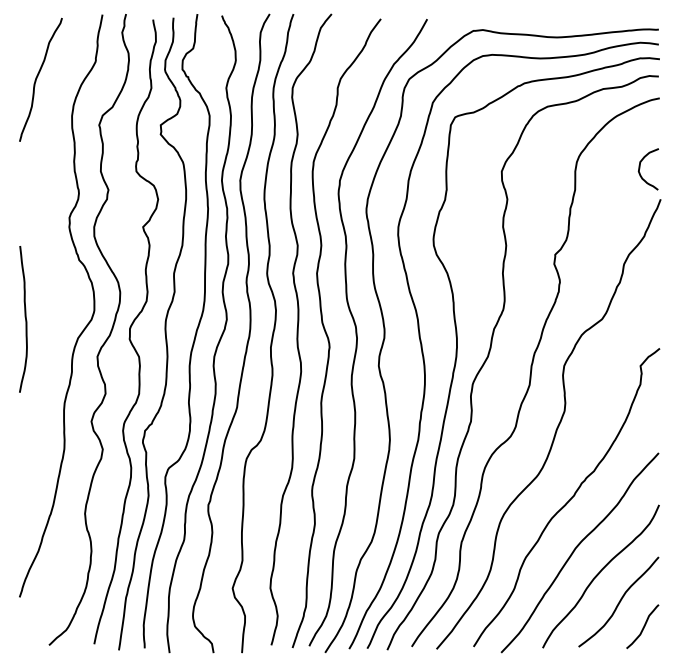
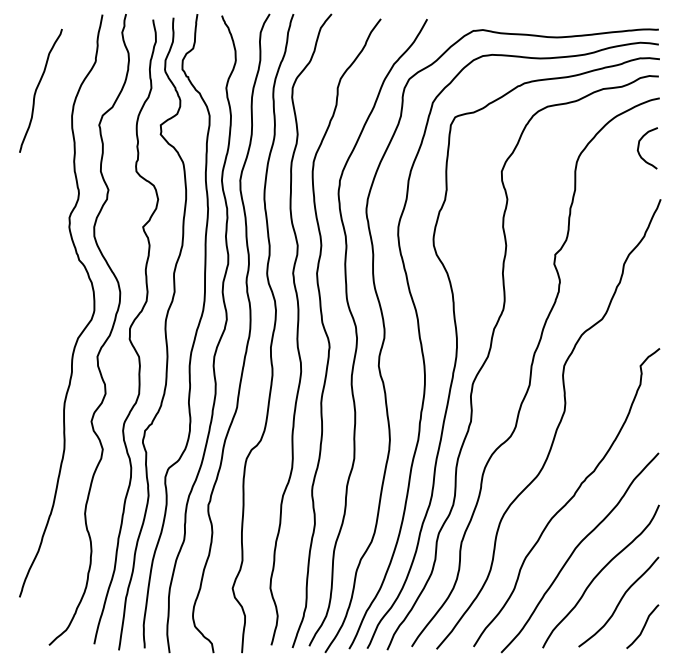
curve at (37, 78) position: (37, 78) -> (37, 89)
curve at (640, 168) position: (640, 168) -> (639, 147)
curve at (25, 319): present -> none
